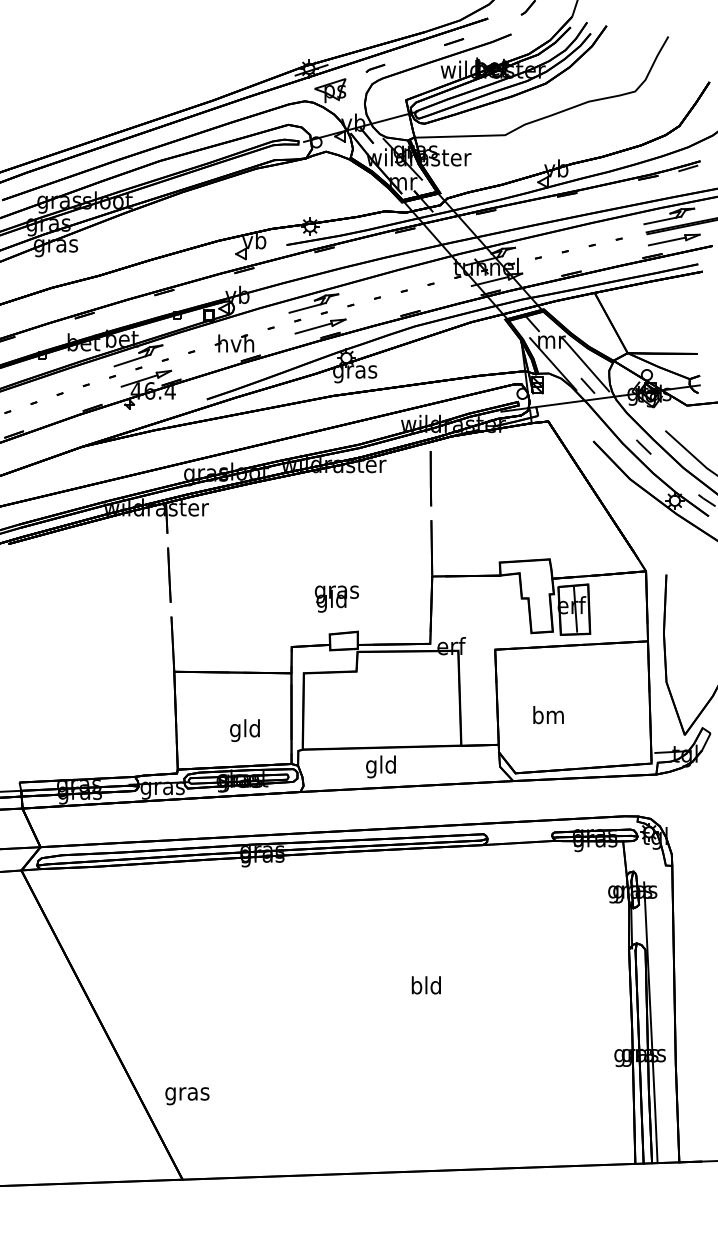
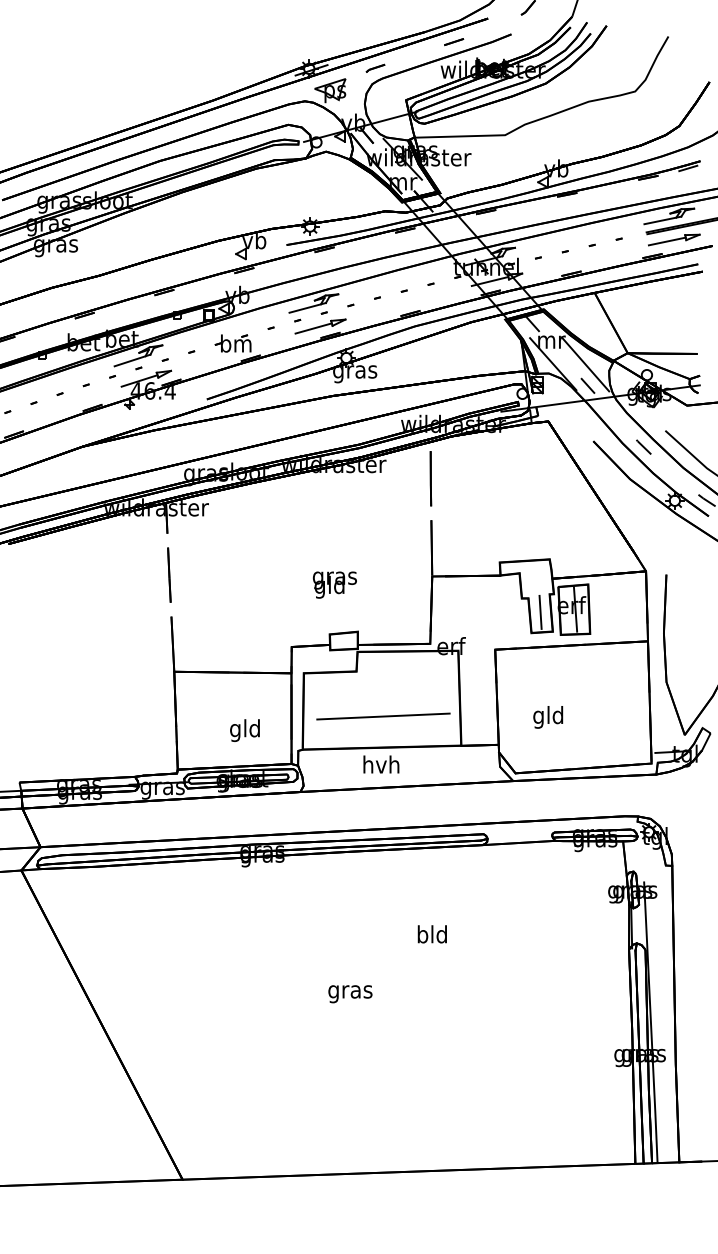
text at (236, 343): hvh -> bm
text at (336, 598) position: (336, 598) -> (334, 584)
line at (540, 611): none -> present
line at (383, 716): none -> present
text at (548, 717): bm -> gld
text at (381, 766): gld -> hvh
text at (425, 985) position: (425, 985) -> (431, 934)
text at (187, 1096) position: (187, 1096) -> (350, 994)
